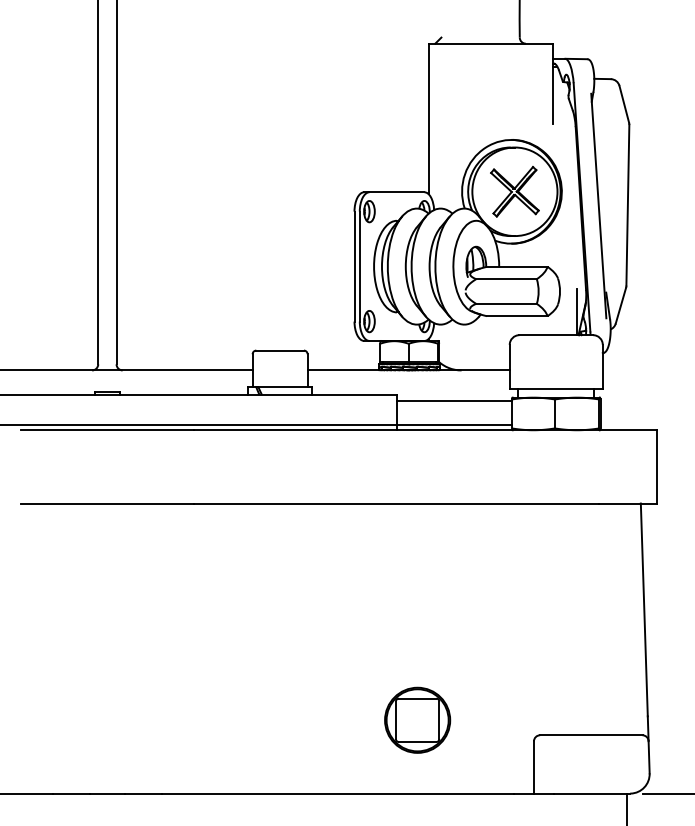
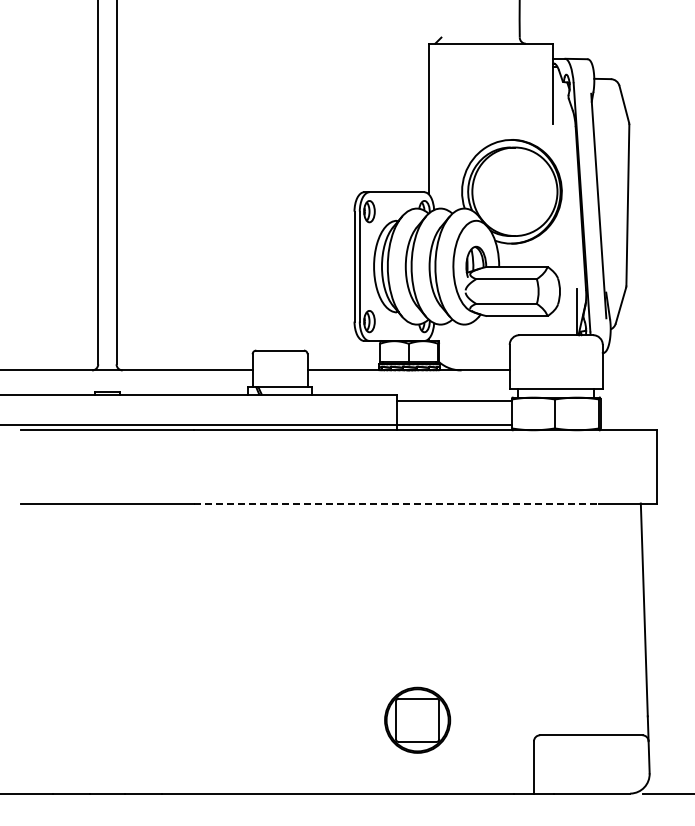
part at (514, 191): present -> none
line at (396, 503): solid -> dashed
line at (626, 807): present -> none
